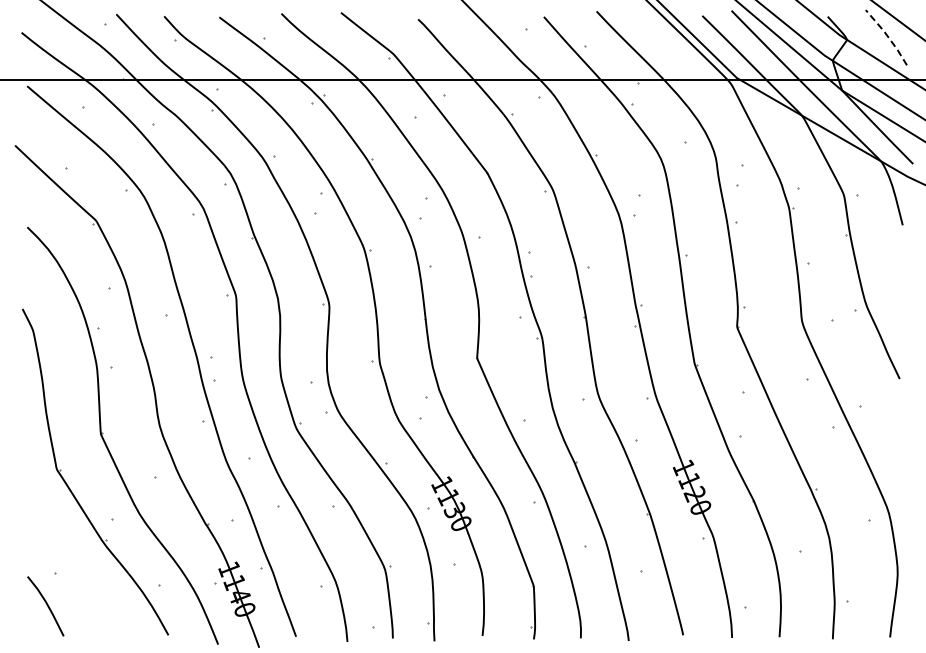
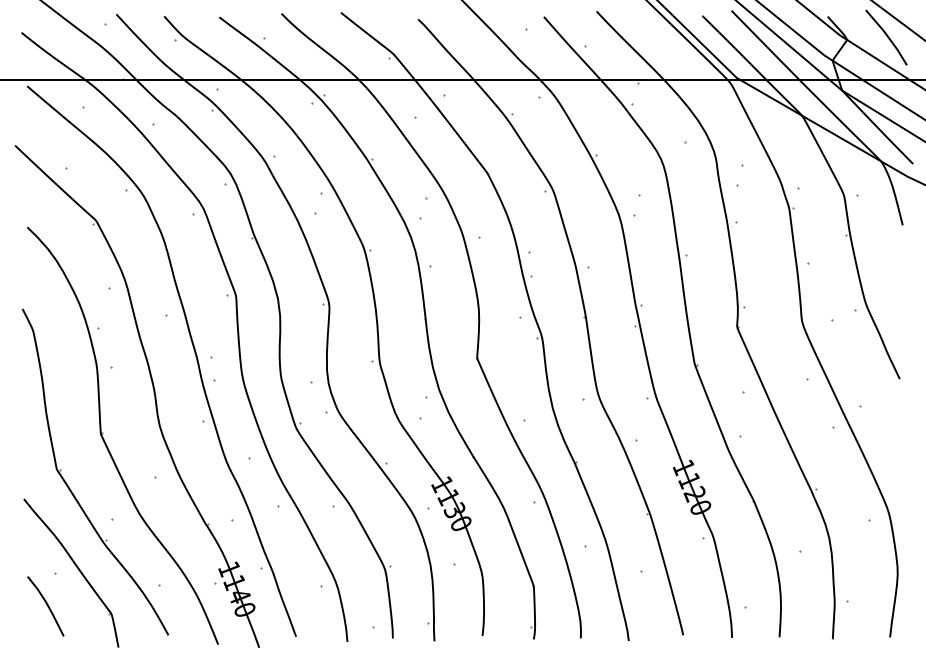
line at (887, 36): dashed -> solid
part at (77, 569): none -> present
